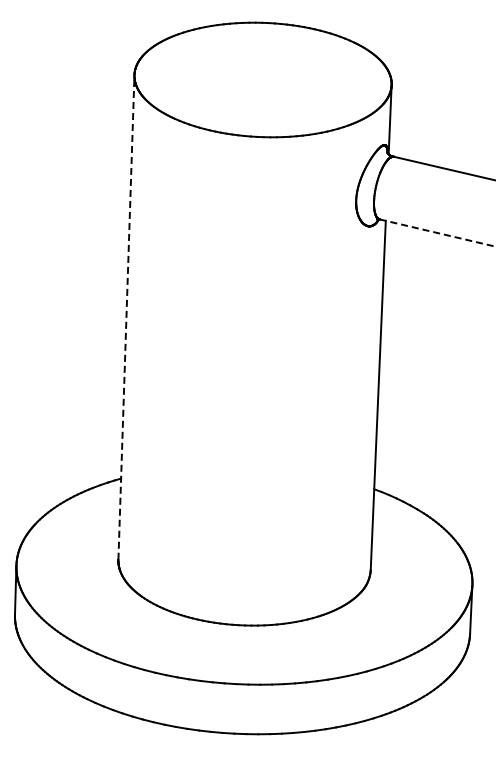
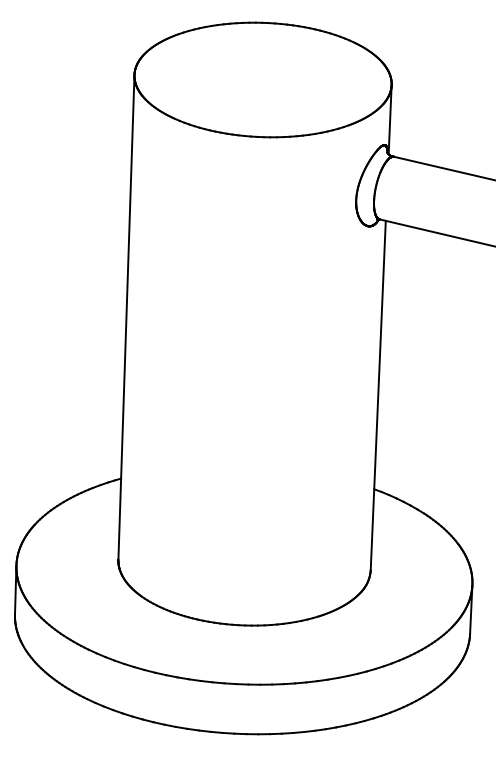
line at (438, 233): dashed -> solid
line at (126, 317): dashed -> solid
